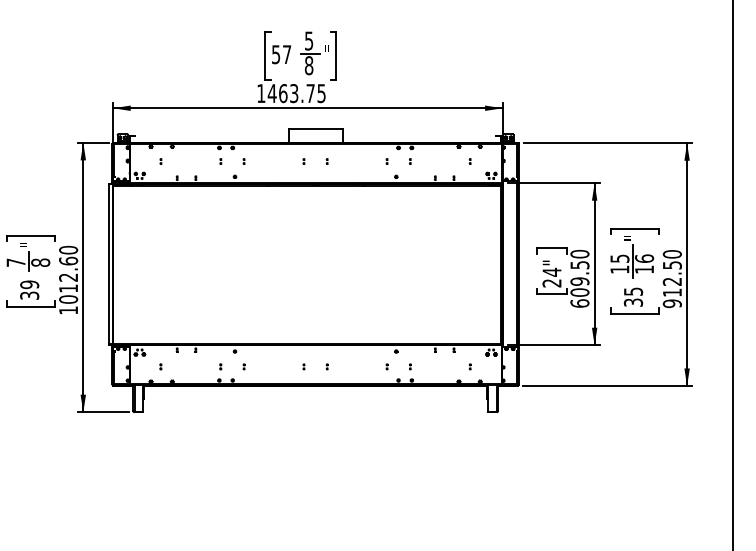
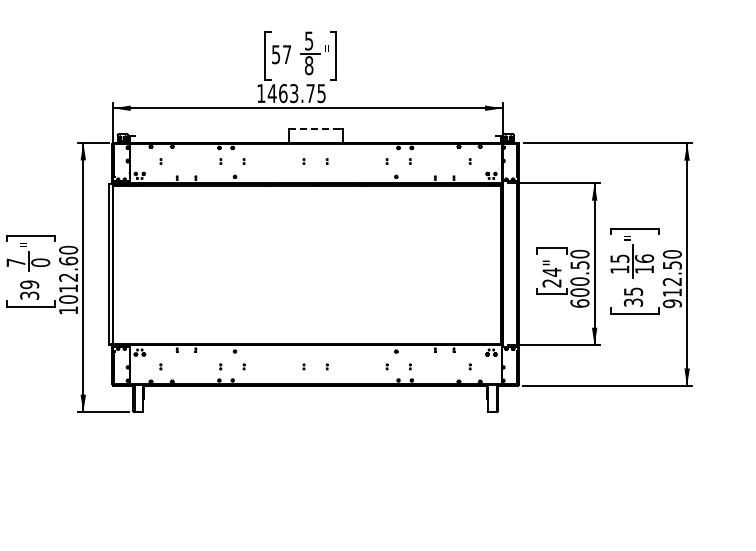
line at (315, 128): solid -> dashed
text at (40, 262): 8 -> 0
line at (733, 274): present -> none
text at (579, 281): 609.50 -> 600.50
